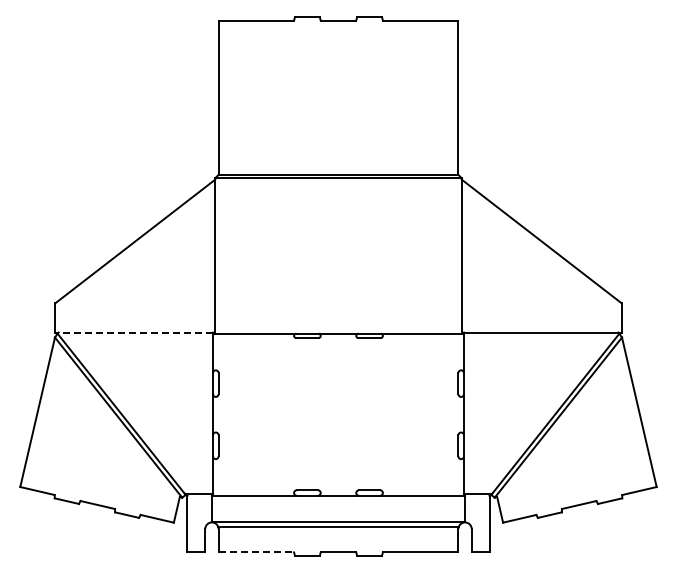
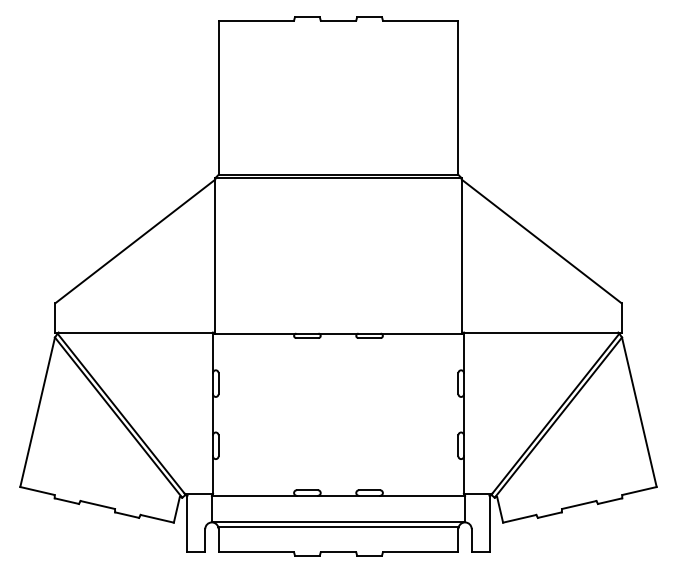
line at (134, 332): dashed -> solid
line at (256, 552): dashed -> solid
